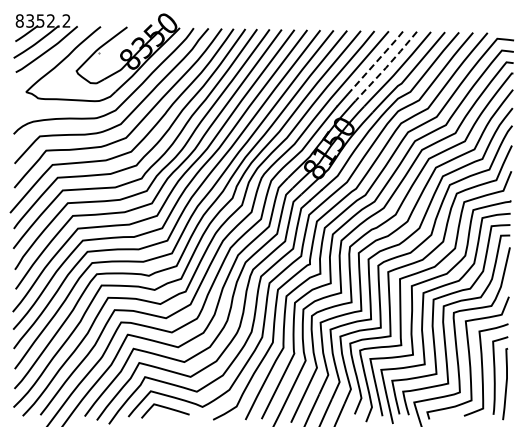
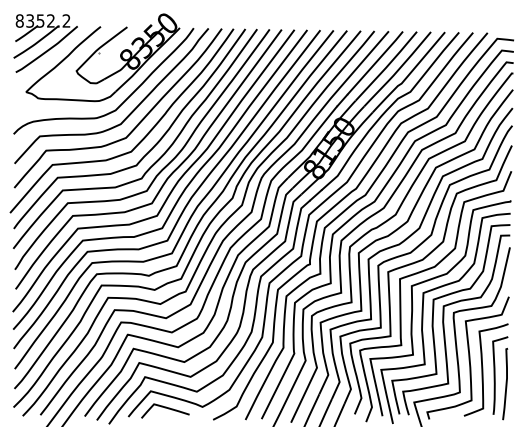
line at (375, 63): dashed -> solid
line at (387, 66): dashed -> solid
